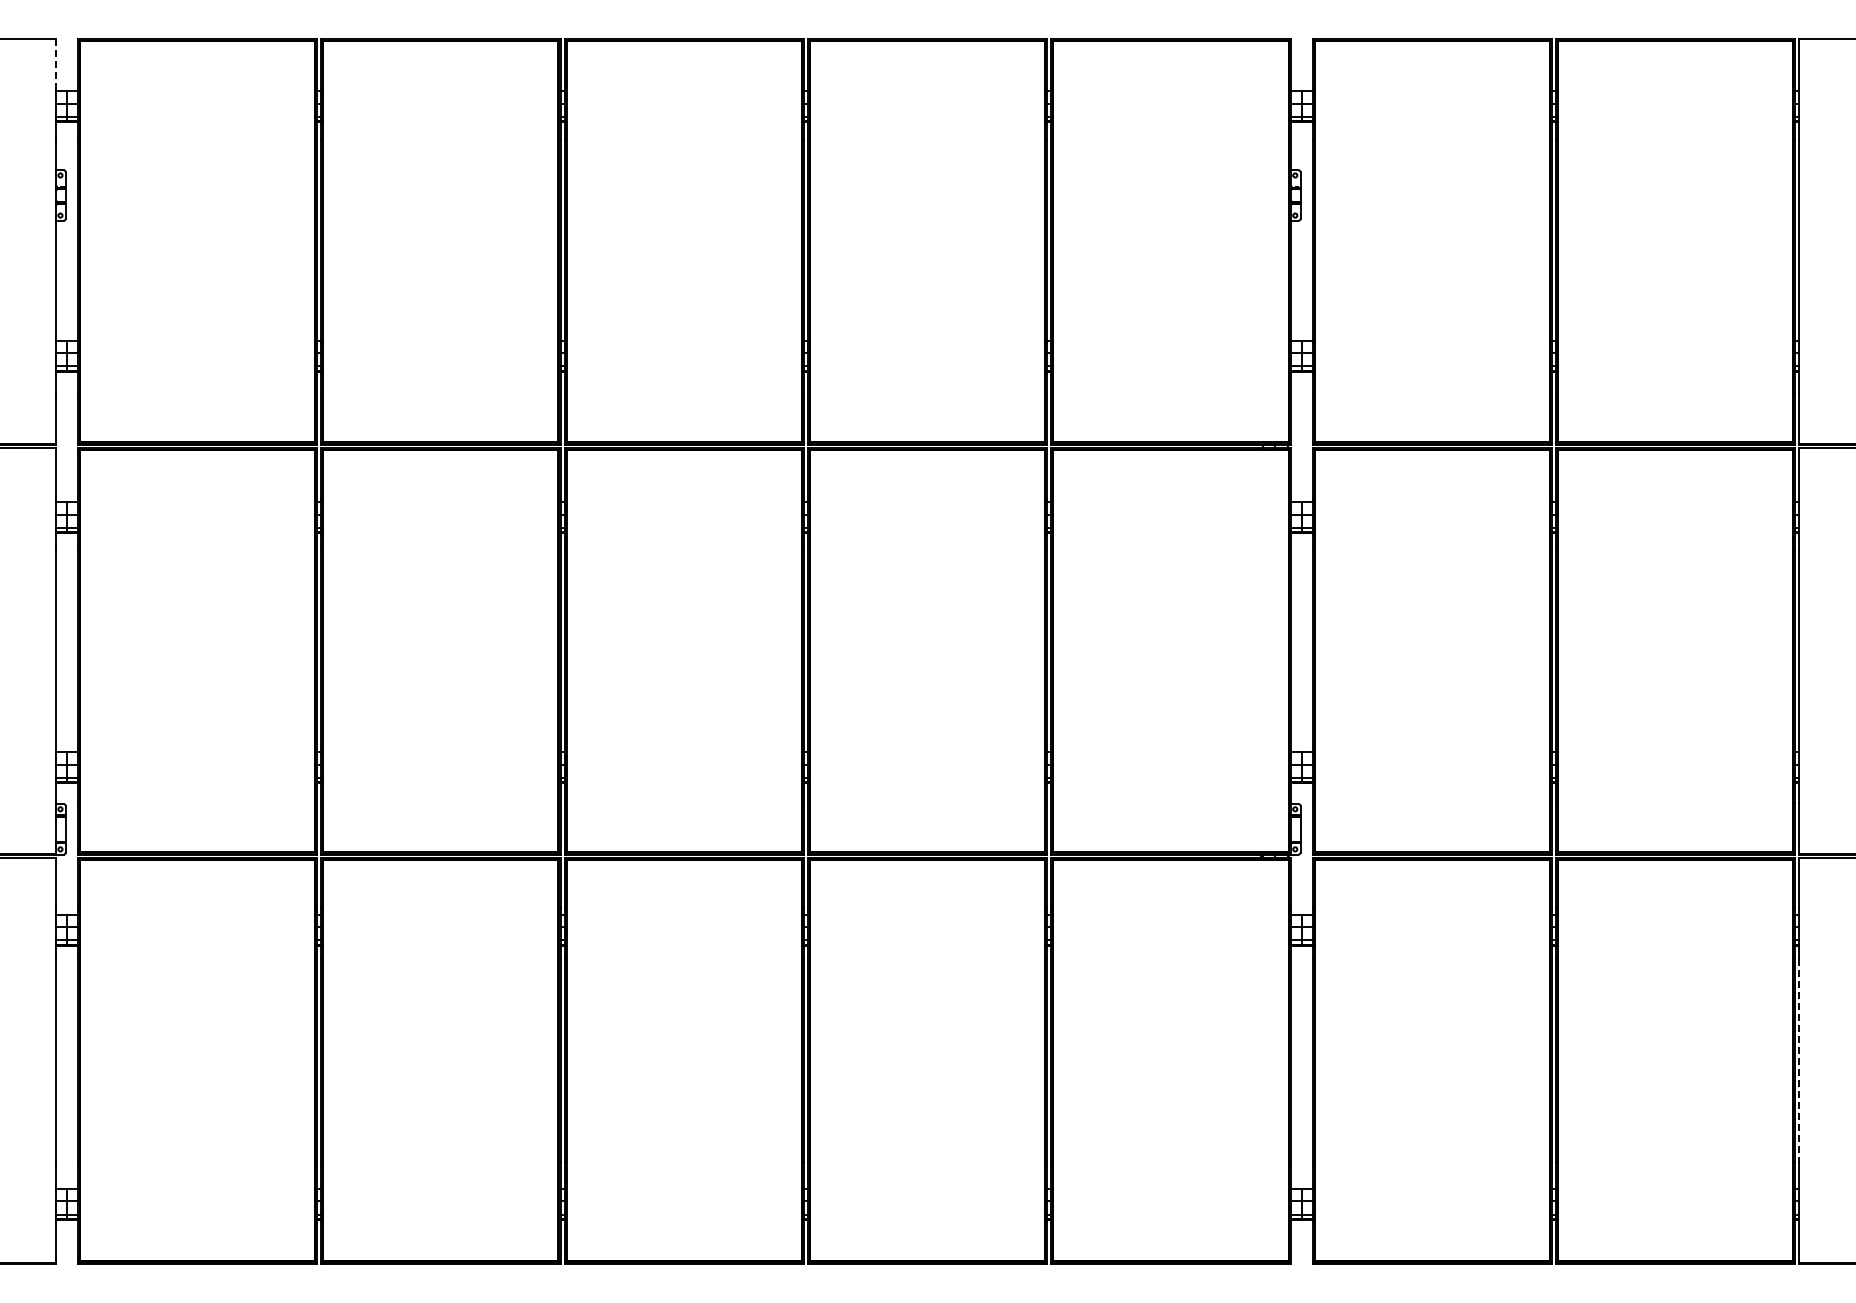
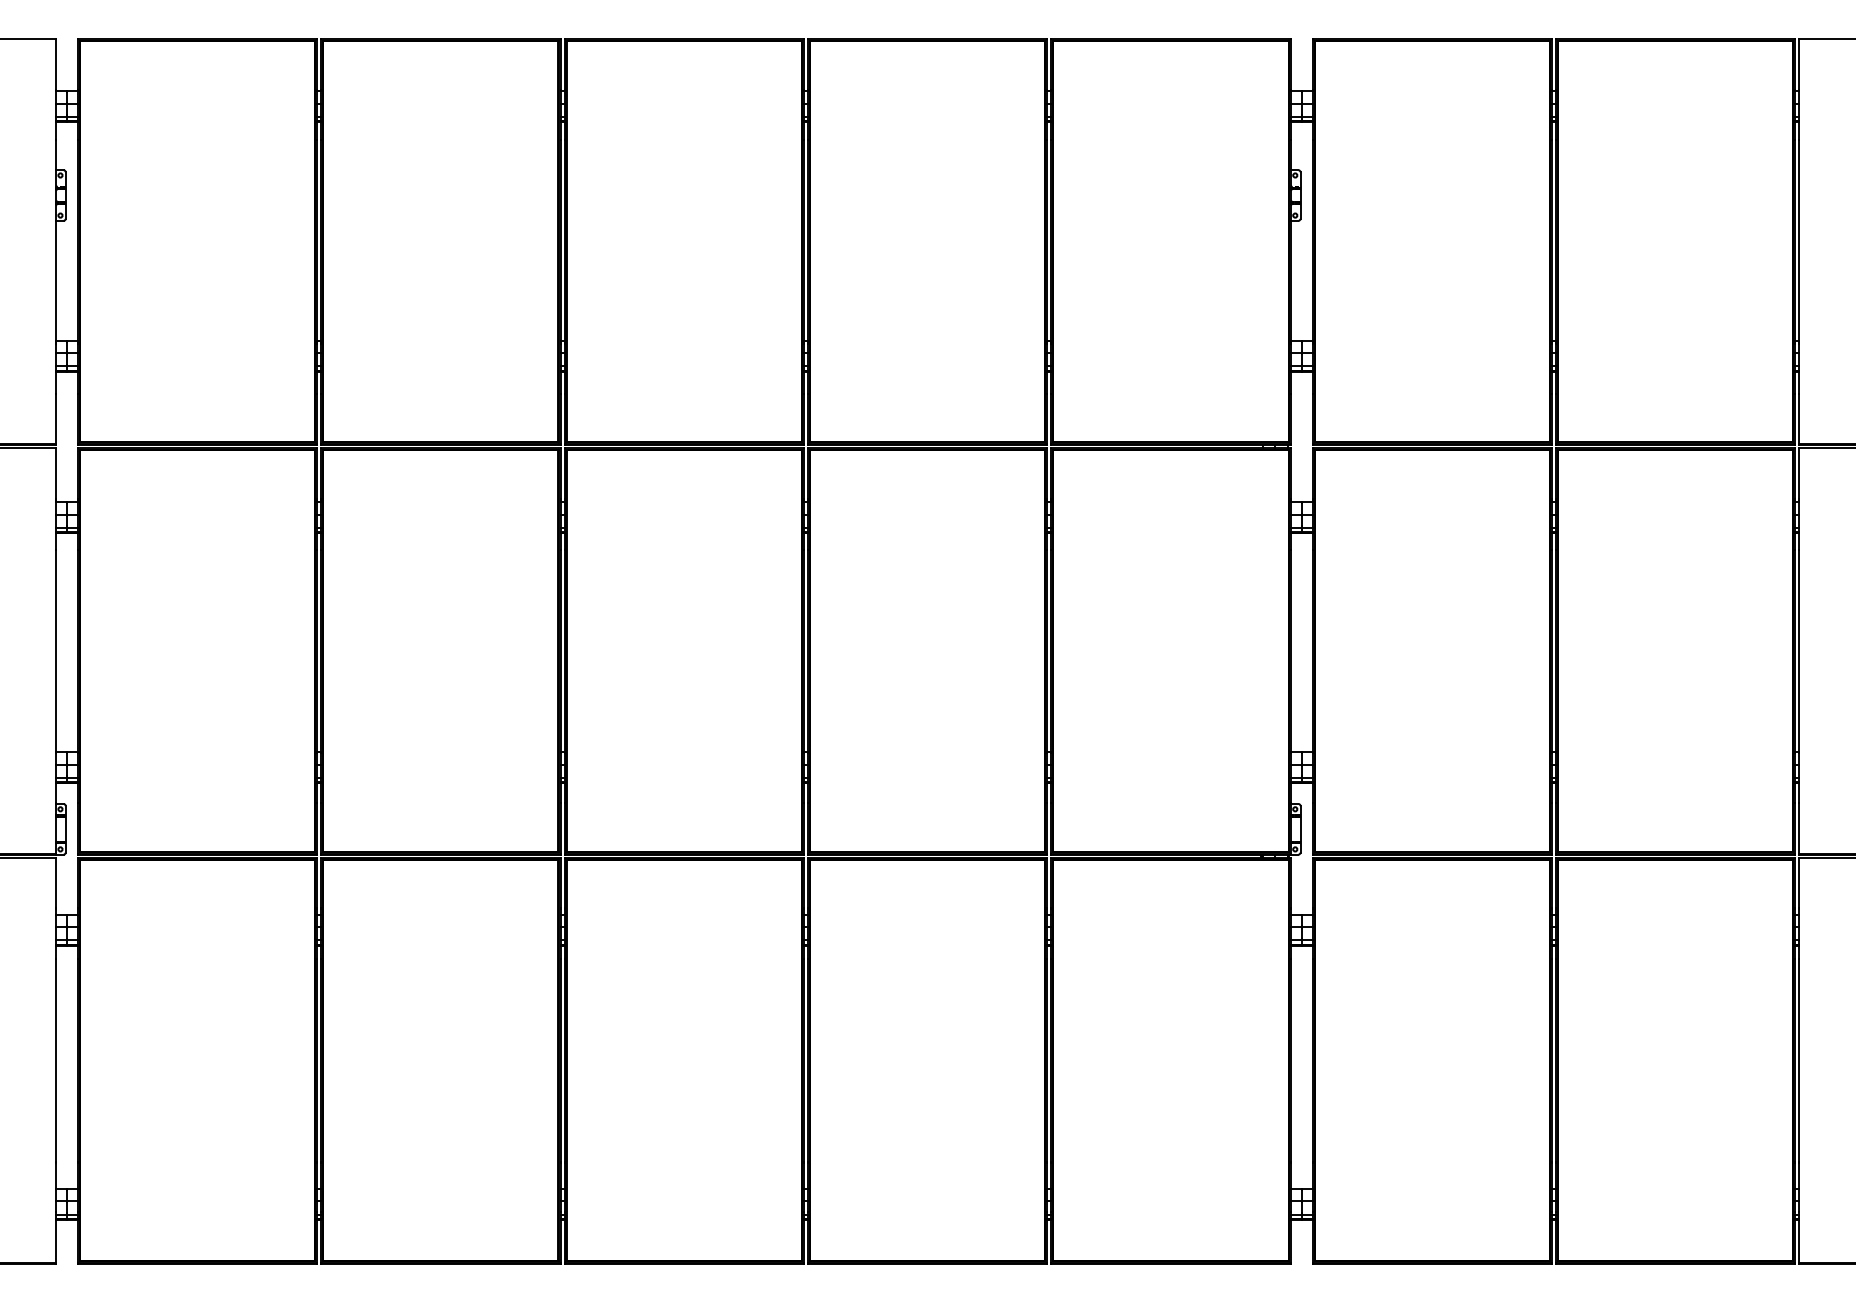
line at (55, 63): dashed -> solid
line at (1799, 1060): dashed -> solid
